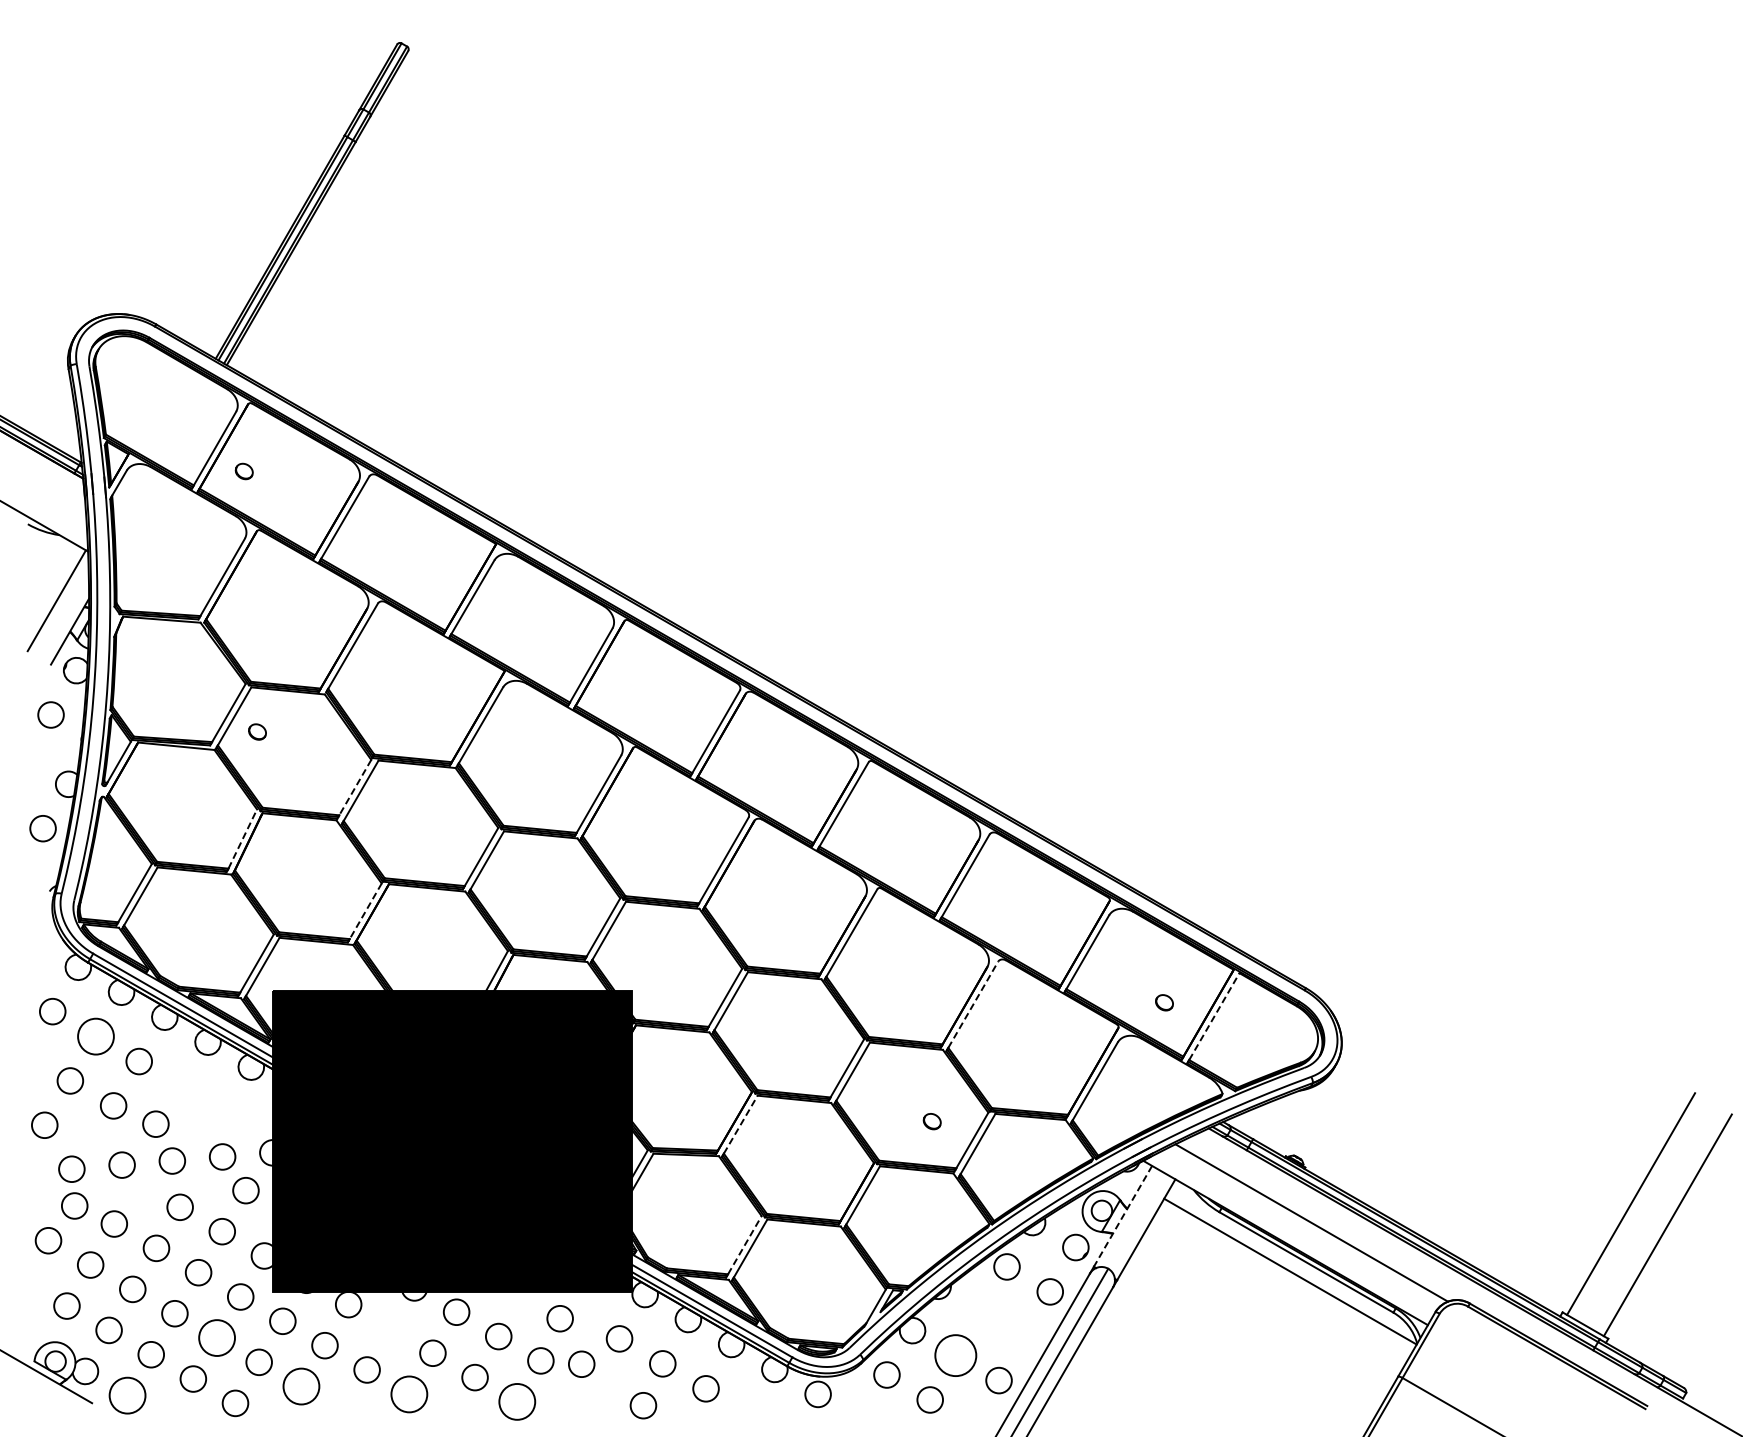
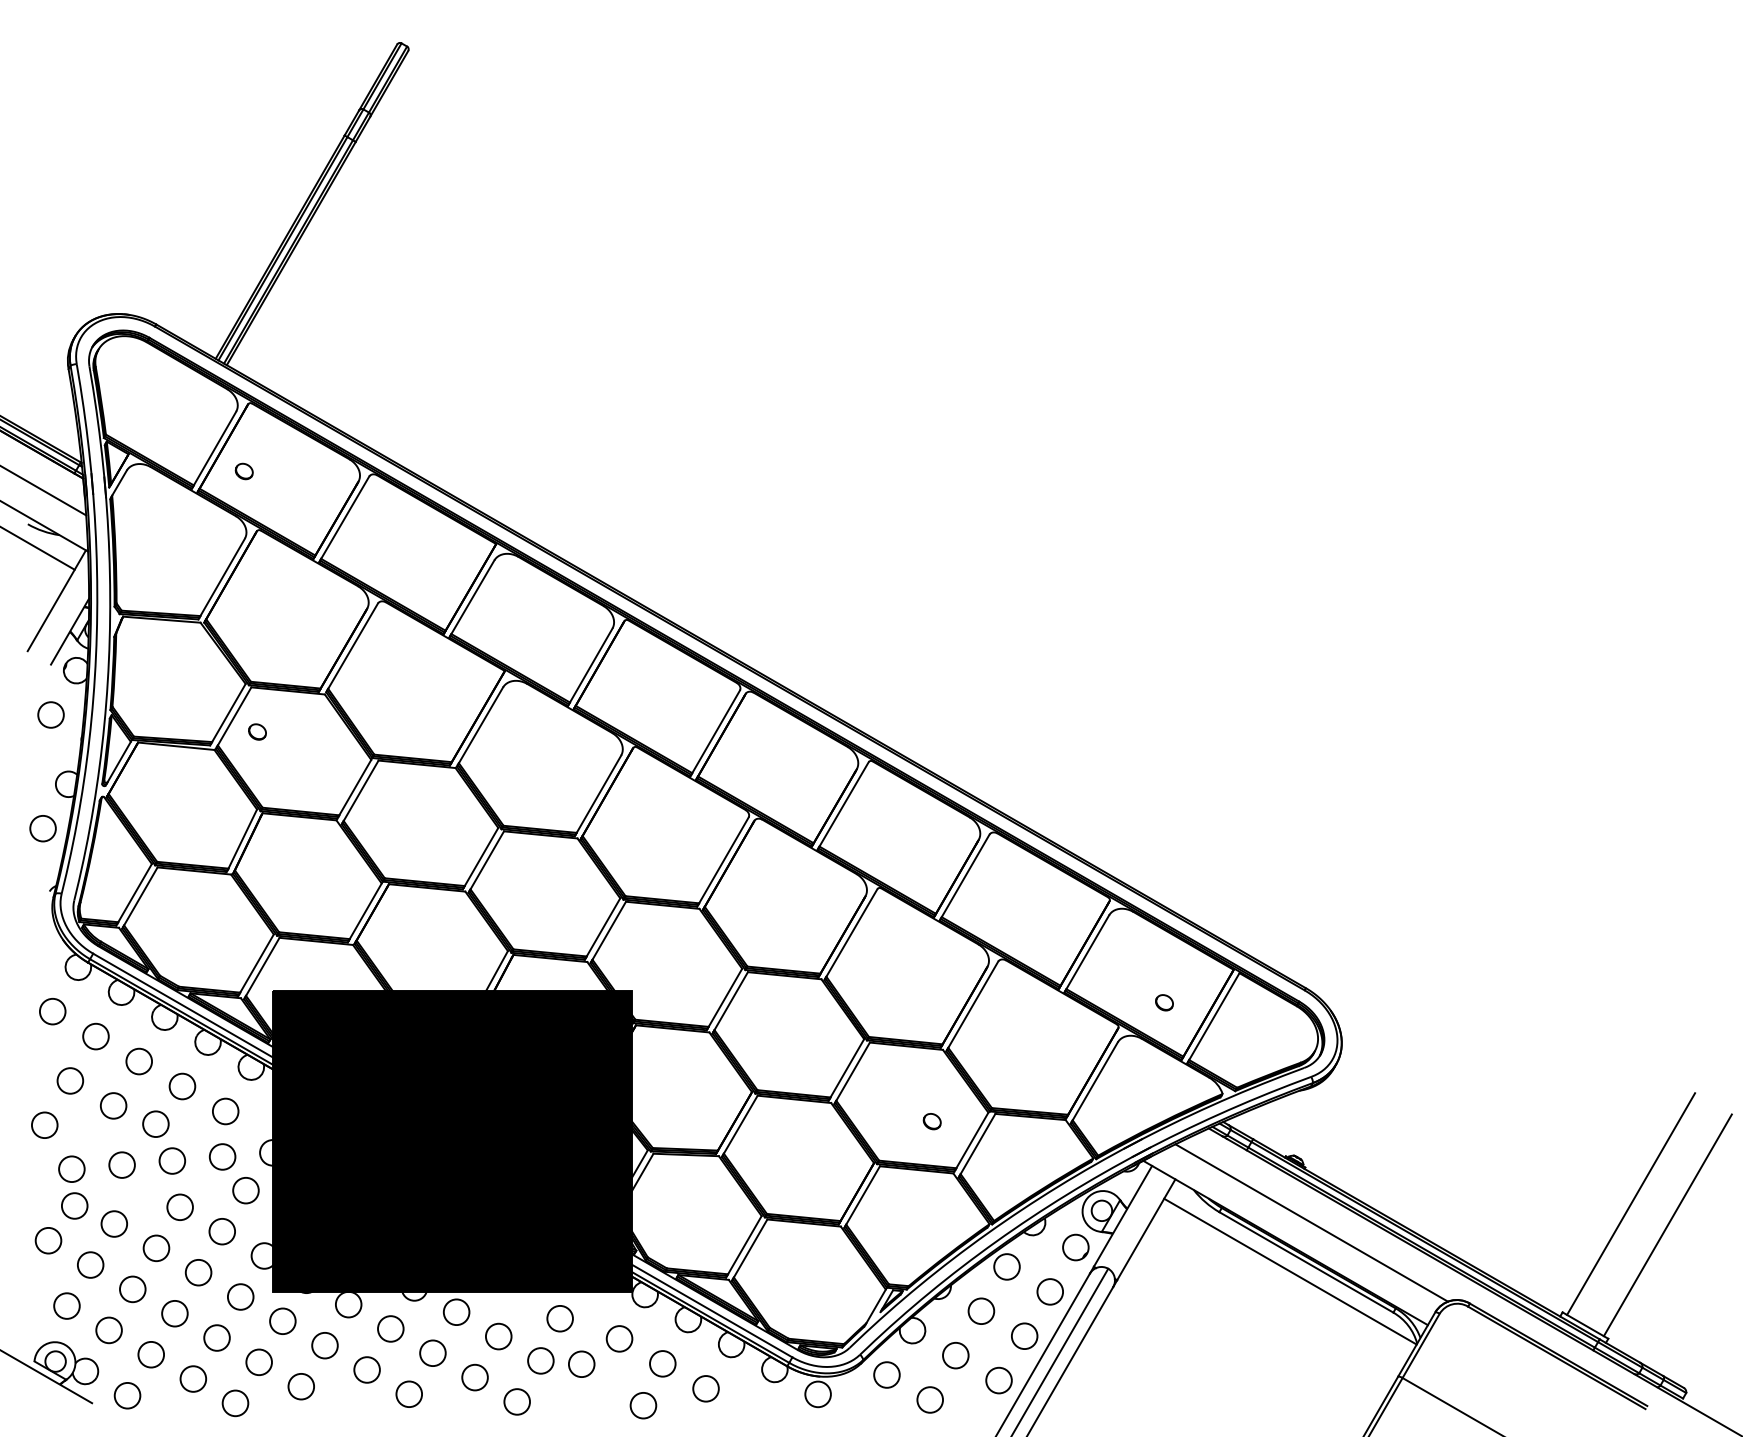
line at (44, 490): none -> present
line at (38, 548): none -> present
line at (355, 787): dashed -> solid
line at (242, 839): dashed -> solid
line at (365, 911): dashed -> solid
line at (973, 1004): dashed -> solid
line at (1214, 1016): dashed -> solid
circle at (95, 1036) size: 38x39 px -> 28x29 px
circle at (182, 1086): none -> present
circle at (225, 1111): none -> present
line at (740, 1124): dashed -> solid
line at (1122, 1216): dashed -> solid
line at (744, 1245): dashed -> solid
circle at (981, 1310): none -> present
circle at (390, 1328): none -> present
circle at (1024, 1335): none -> present
circle at (216, 1337) size: 38x38 px -> 28x28 px
circle at (955, 1355) diameter: 41 px -> 26 px
circle at (301, 1386) size: 39x39 px -> 28x28 px
circle at (409, 1394) size: 39x39 px -> 28x28 px
circle at (127, 1395) size: 39x39 px -> 29x28 px
circle at (517, 1401) size: 39x38 px -> 28x28 px
